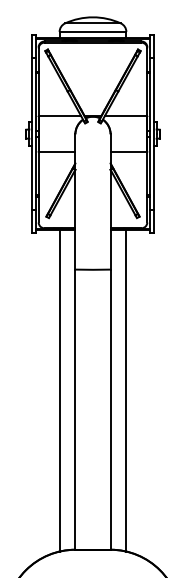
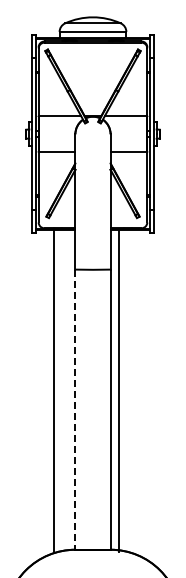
line at (59, 390) position: (59, 390) -> (53, 390)
line at (126, 390) position: (126, 390) -> (119, 390)
line at (75, 410): solid -> dashed
